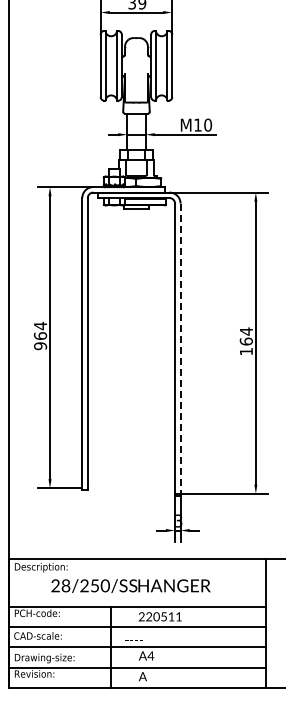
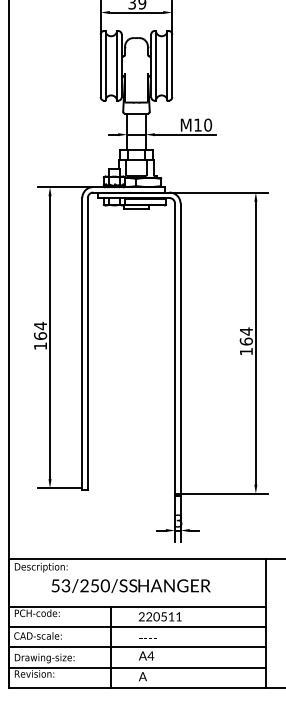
text at (40, 346): 964 -> 164
line at (180, 349): dashed -> solid
text at (60, 585): 28/250/SS -> 53/250/SS
text at (133, 640) position: (133, 640) -> (147, 638)
